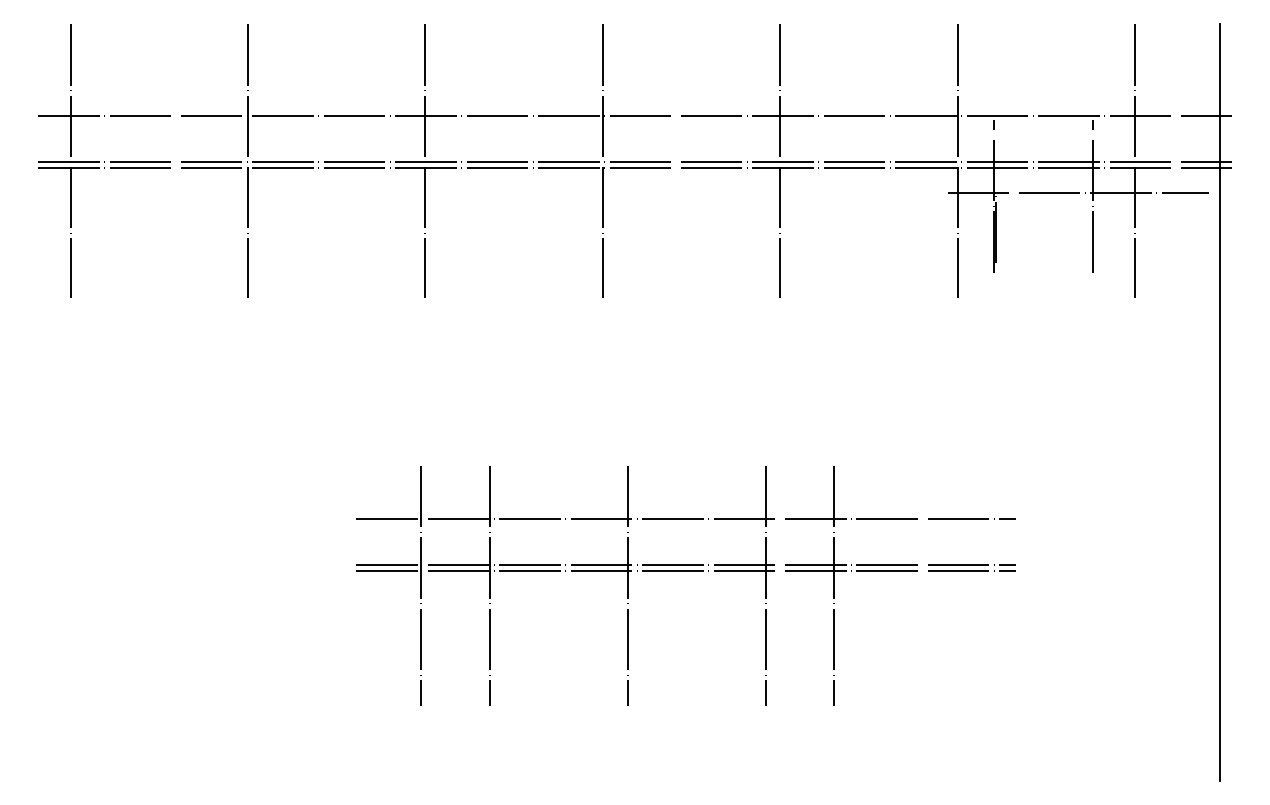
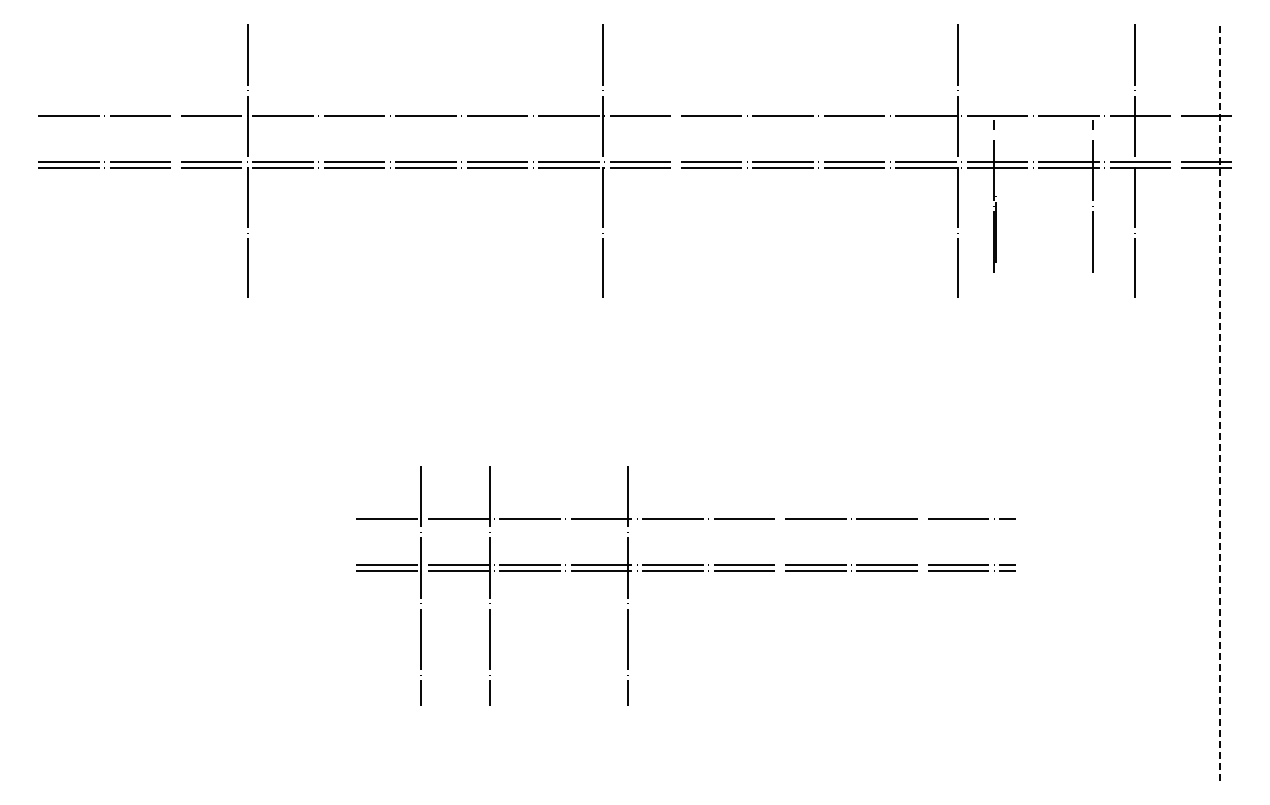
line at (70, 161): present -> none
line at (425, 161): present -> none
line at (780, 161): present -> none
line at (1077, 192): present -> none
line at (1219, 402): solid -> dashed
line at (765, 585): present -> none
line at (834, 585): present -> none
